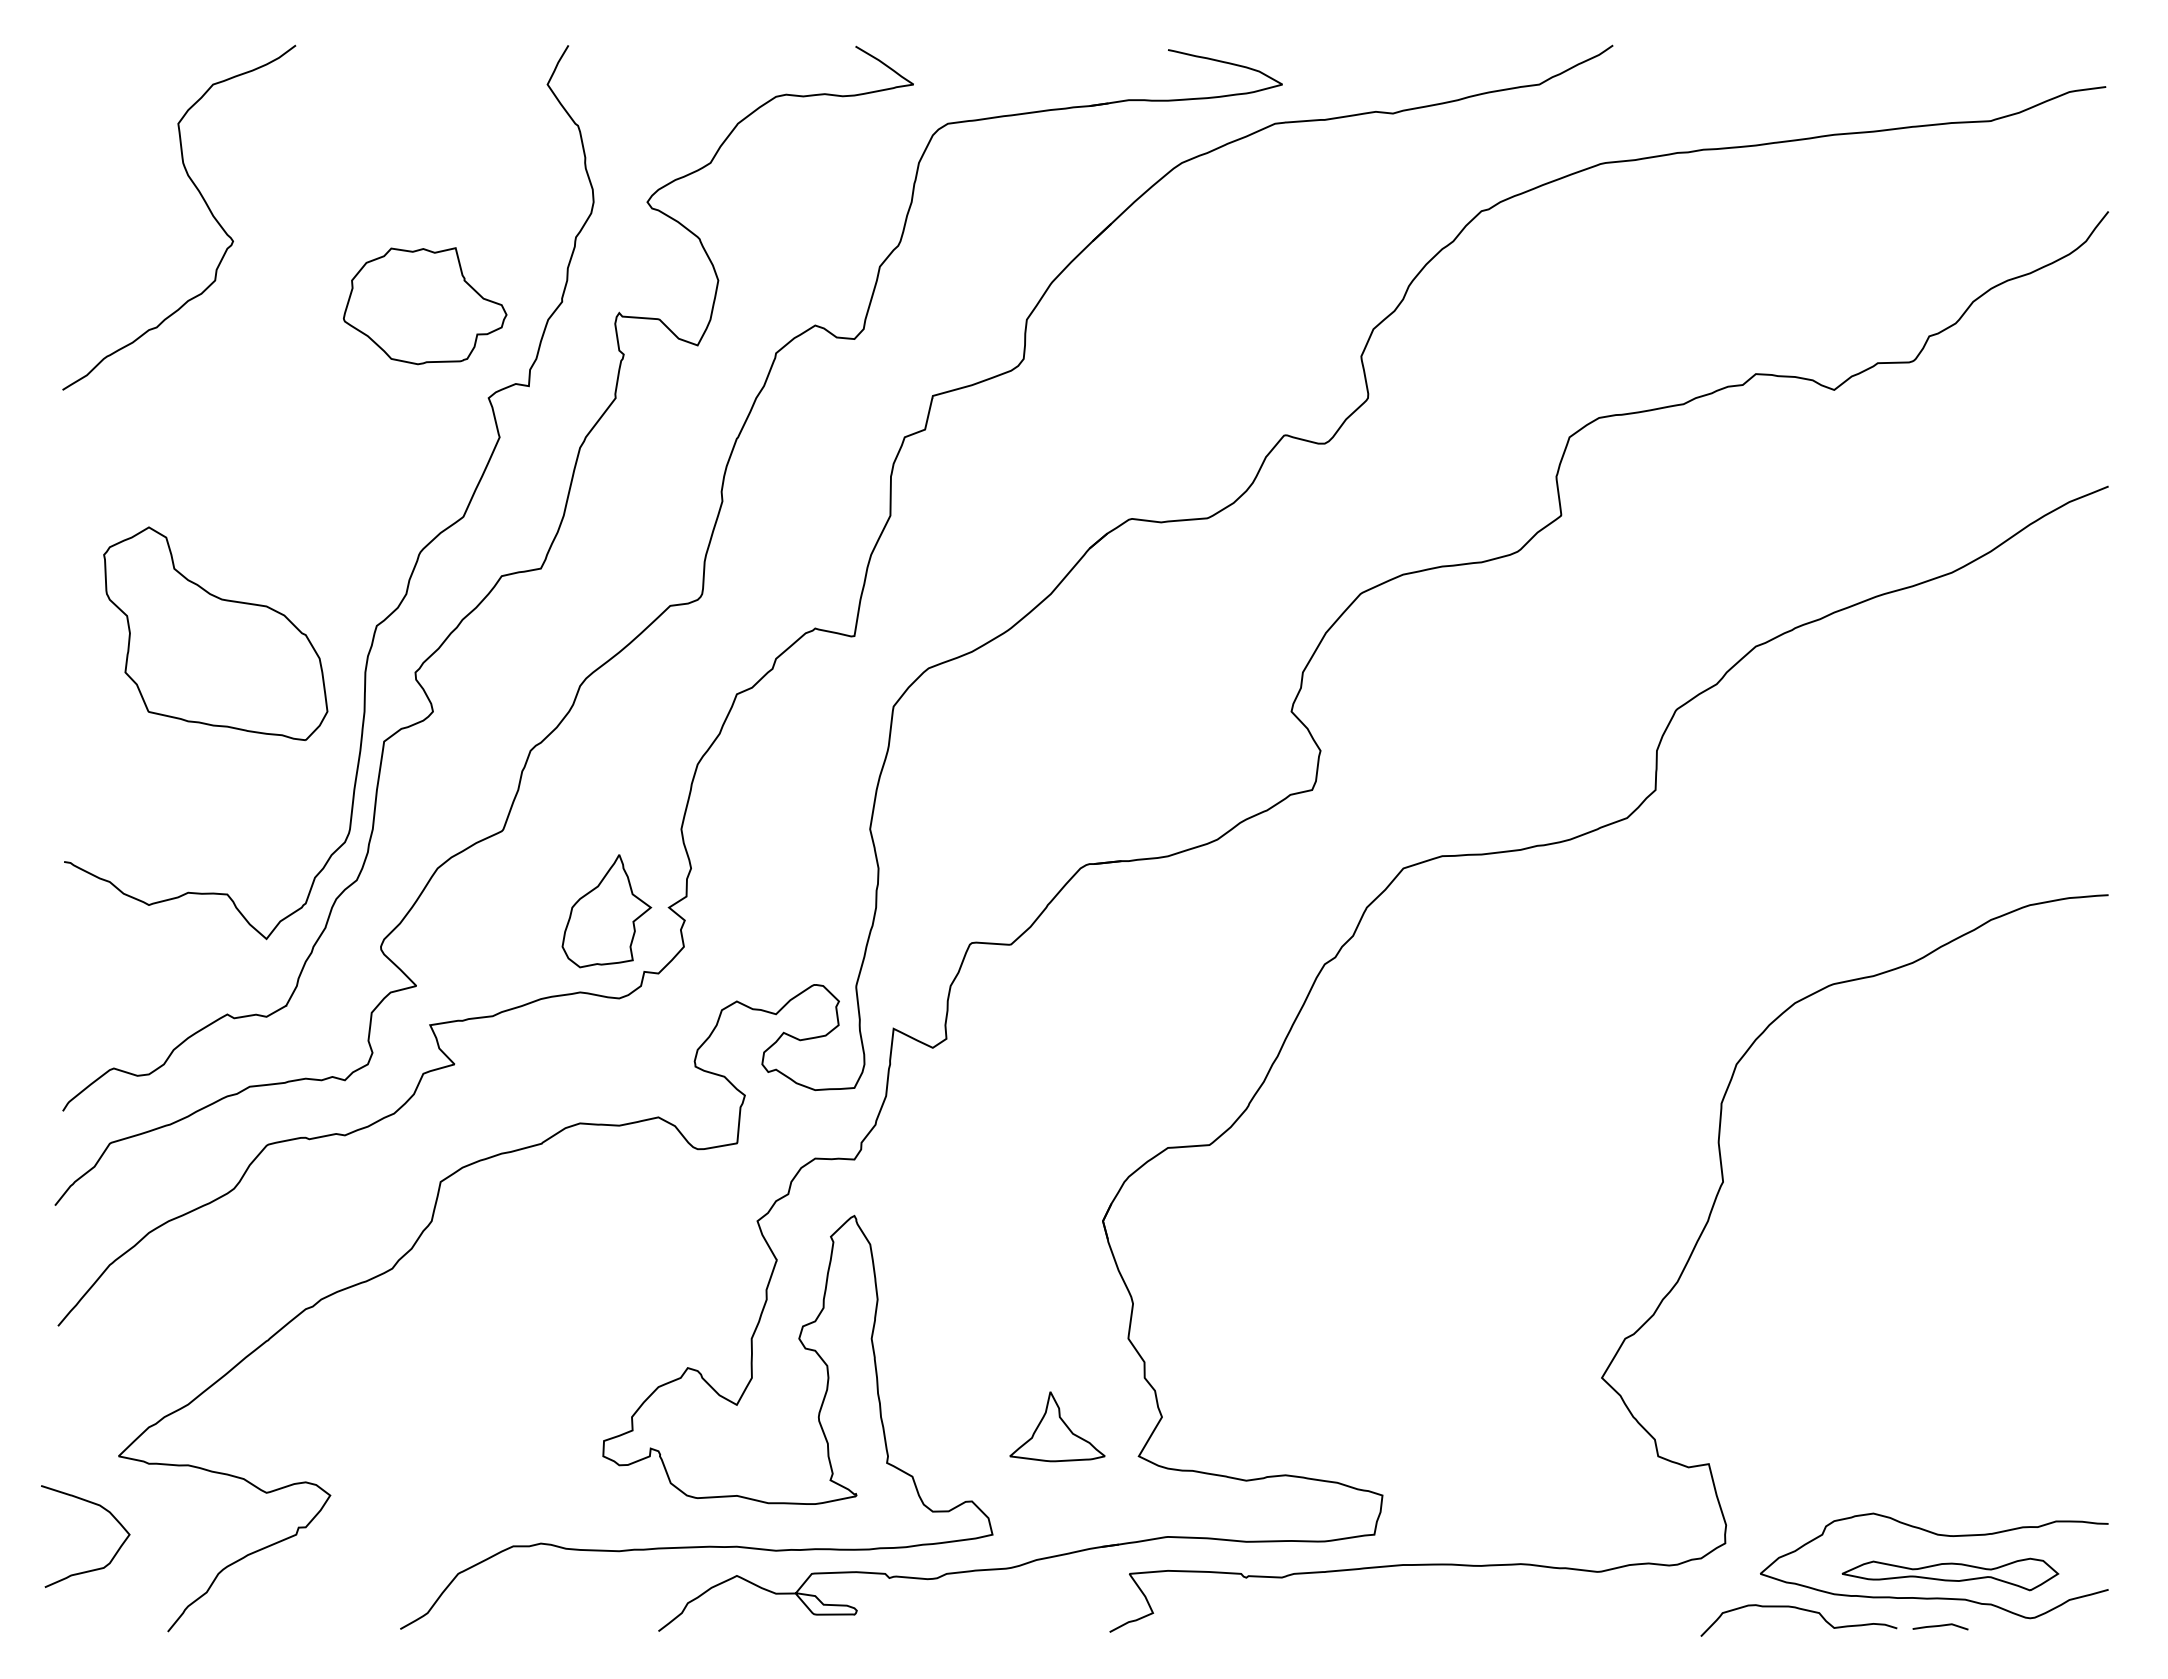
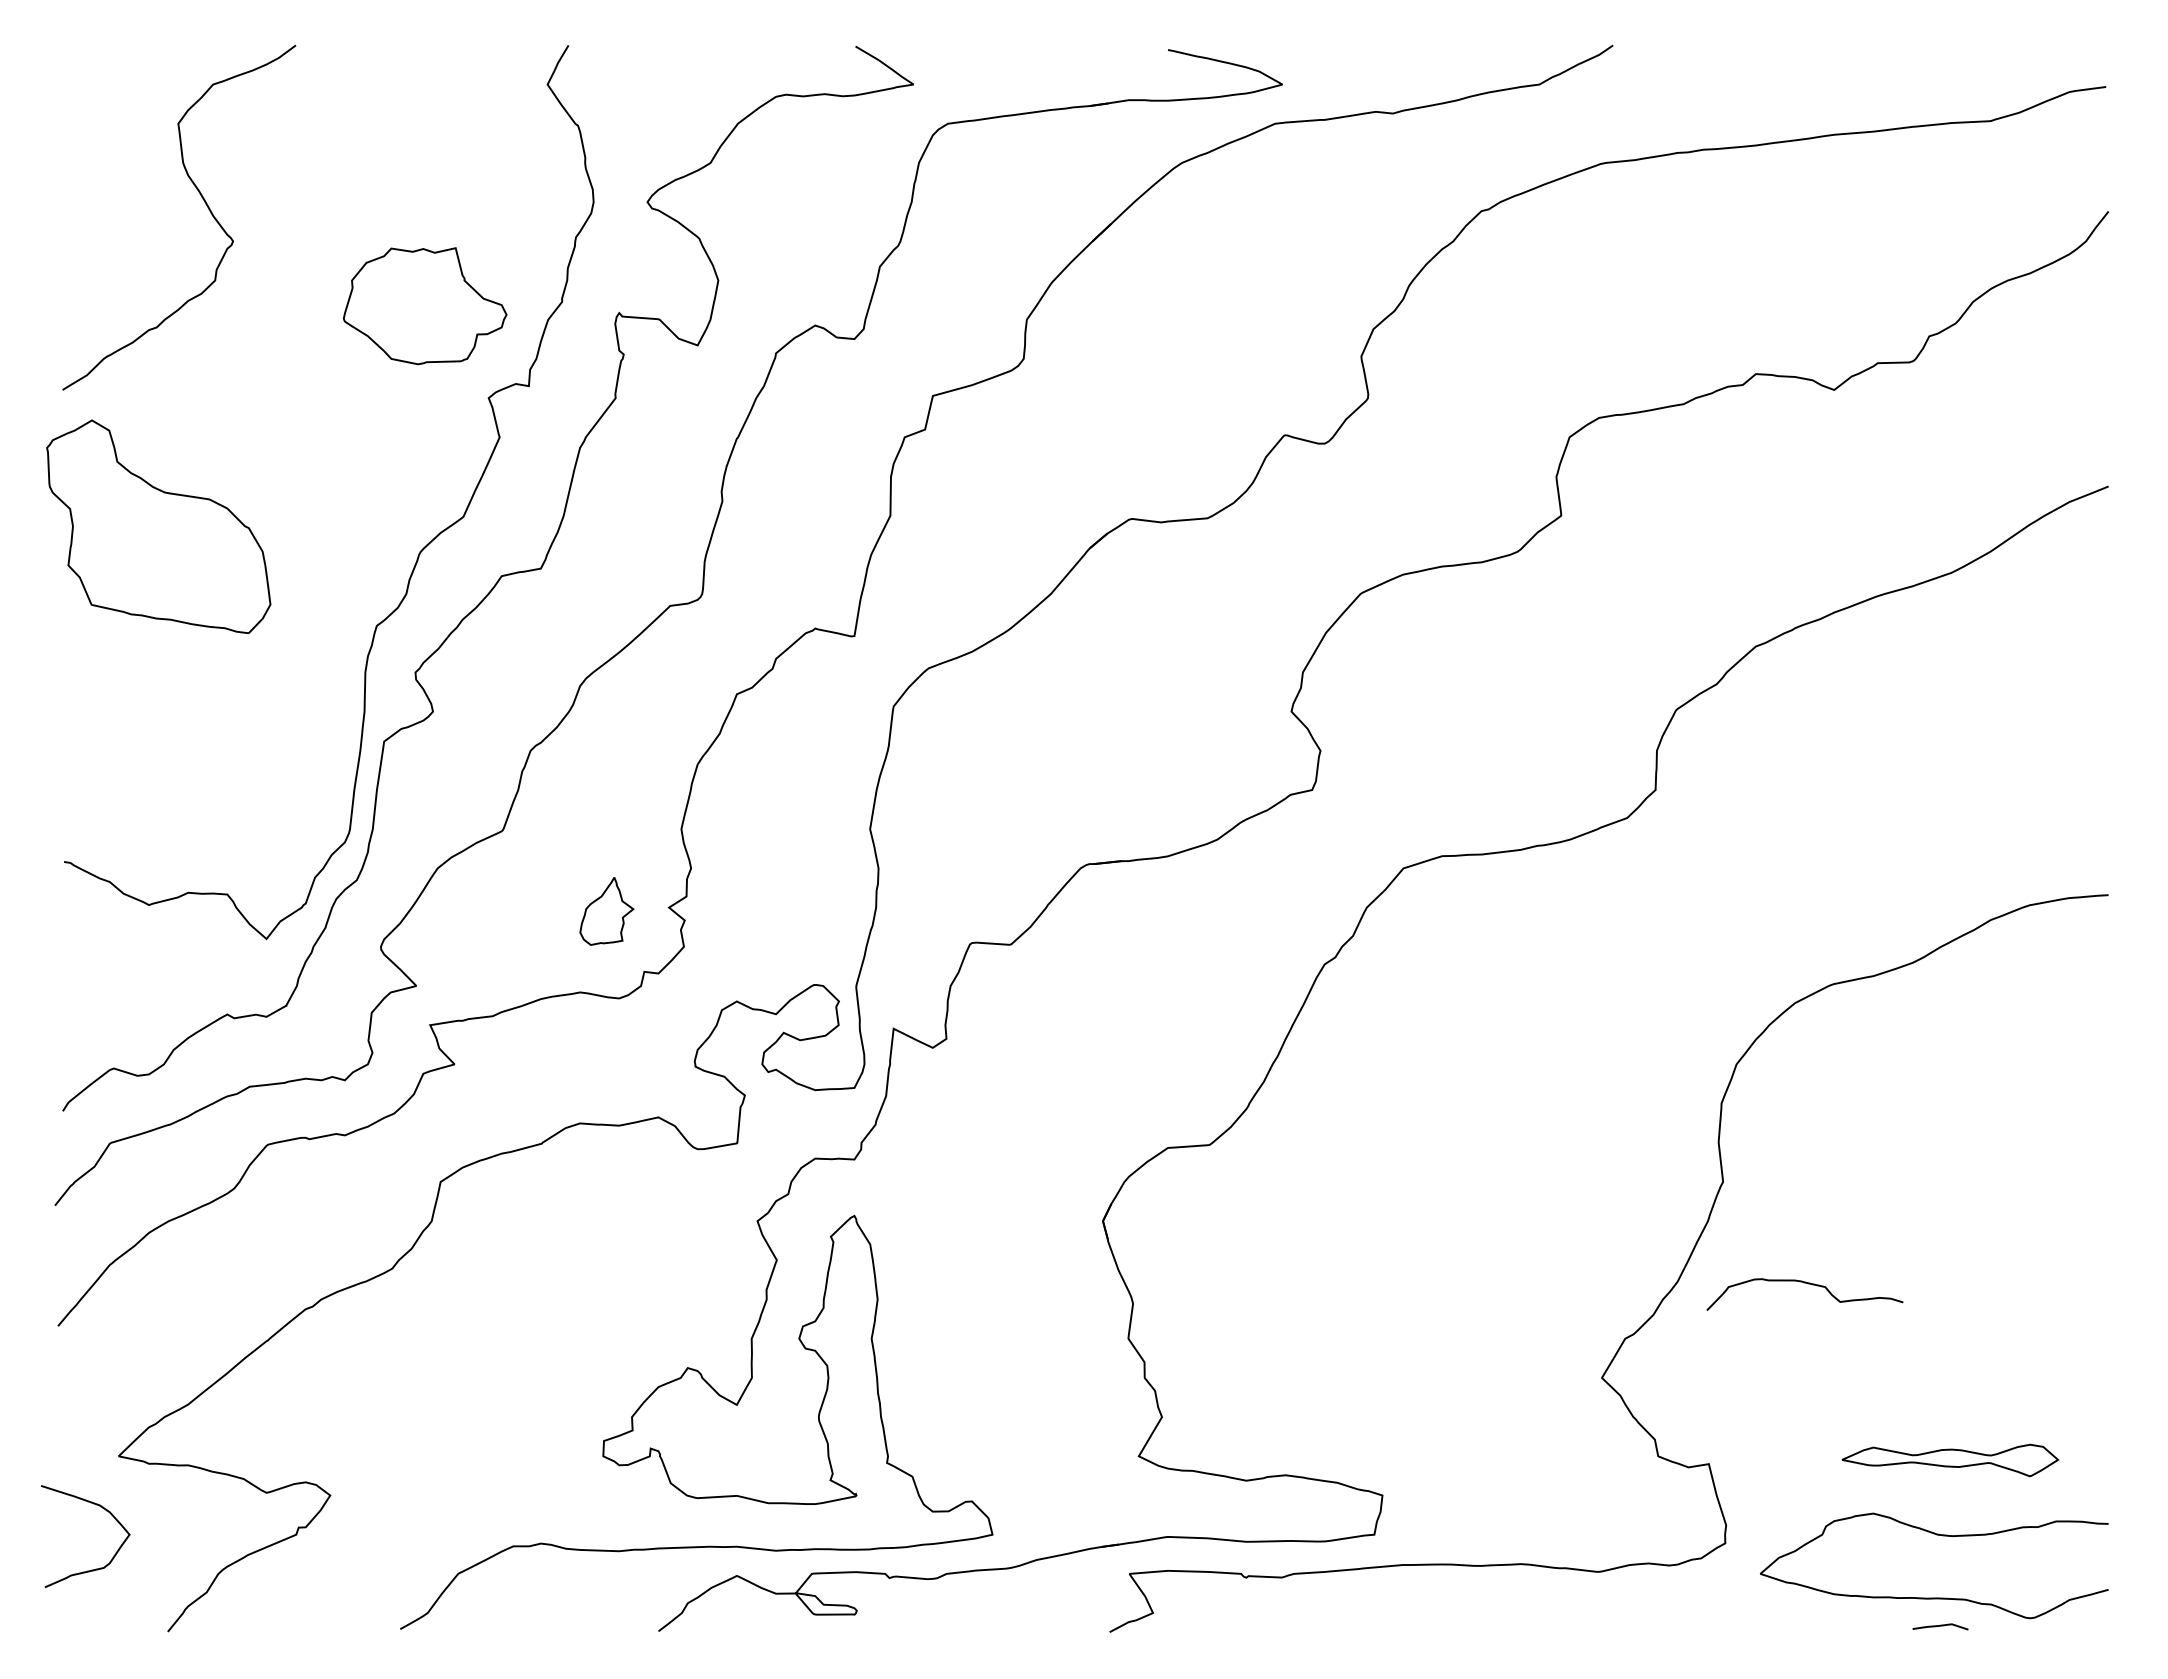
part at (215, 633) position: (215, 633) -> (158, 526)
part at (606, 911) size: 92x115 px -> 56x69 px
part at (1057, 1426): present -> none
part at (1950, 1574) position: (1950, 1574) -> (1950, 1460)
curve at (1802, 1610) position: (1802, 1610) -> (1808, 1284)
